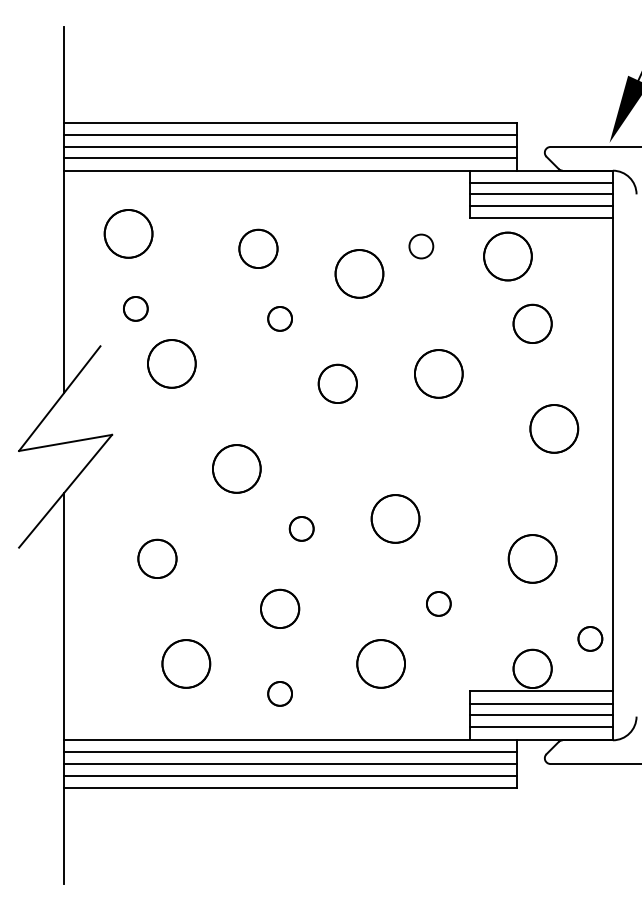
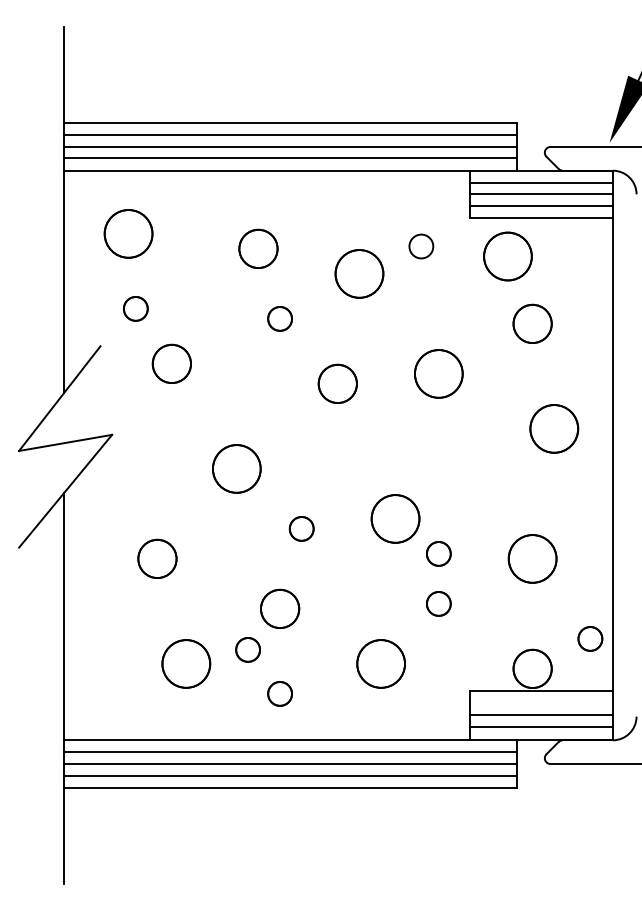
circle at (171, 363) size: 50x50 px -> 41x41 px
circle at (438, 553): none -> present
circle at (247, 649): none -> present
line at (540, 703): present -> none
